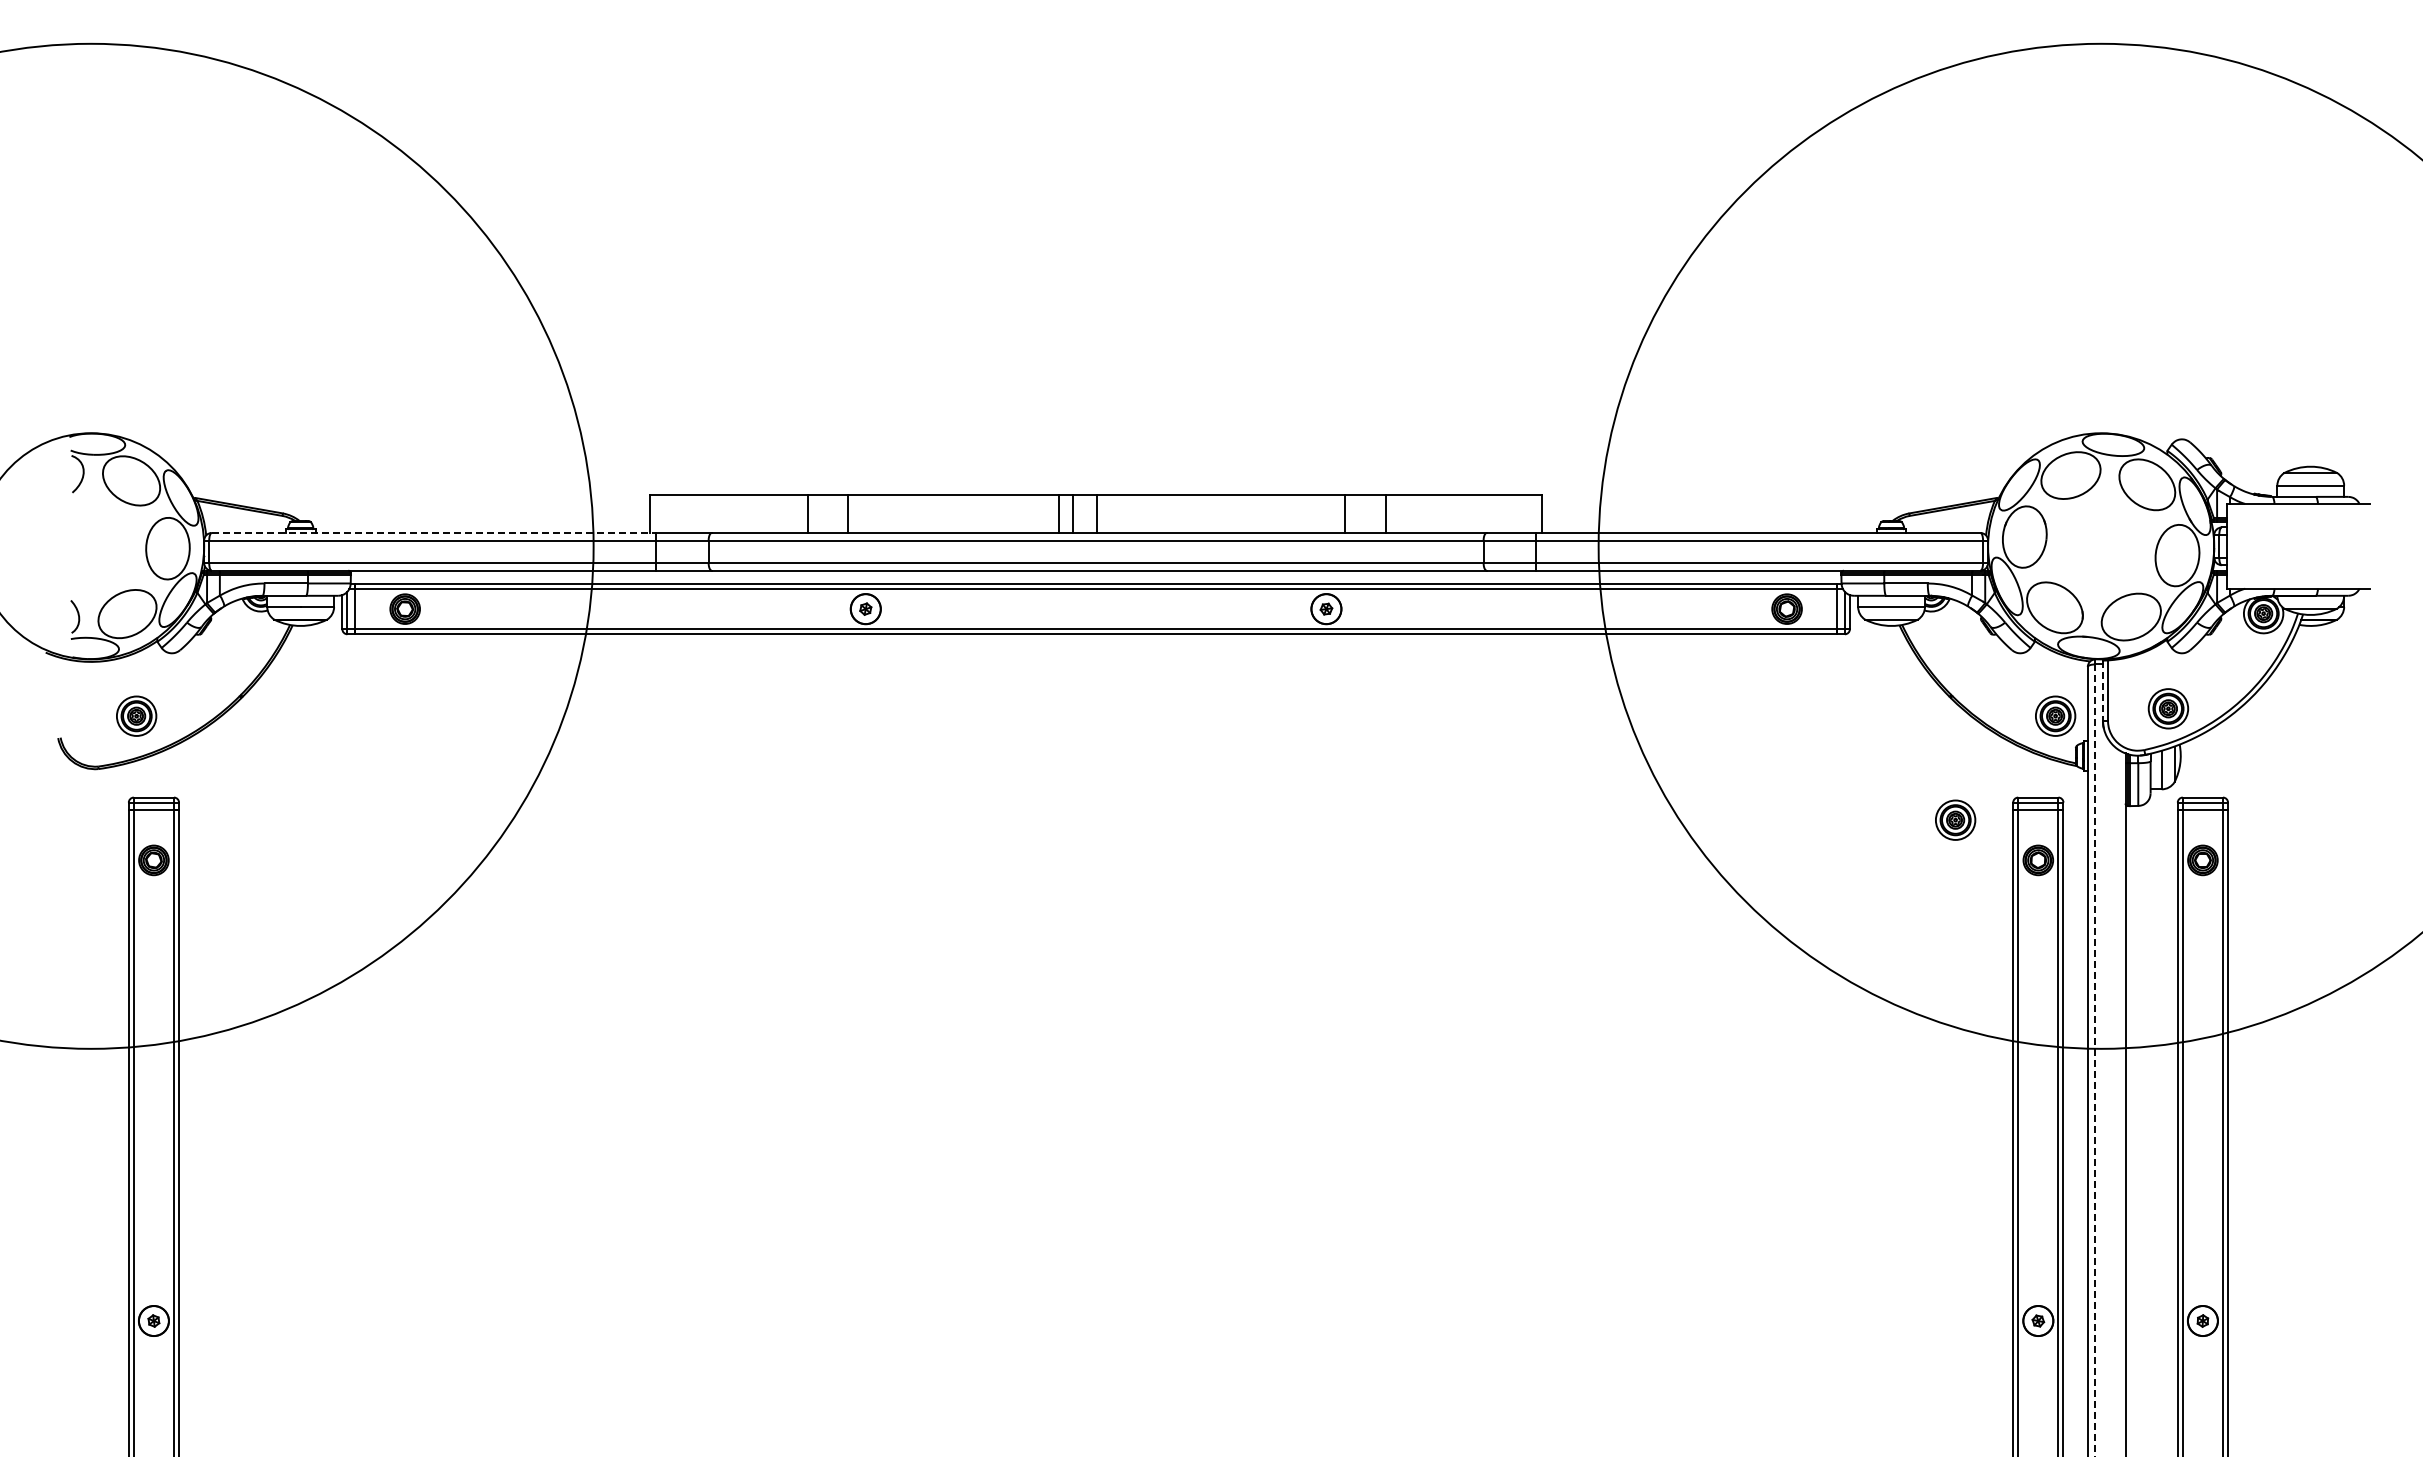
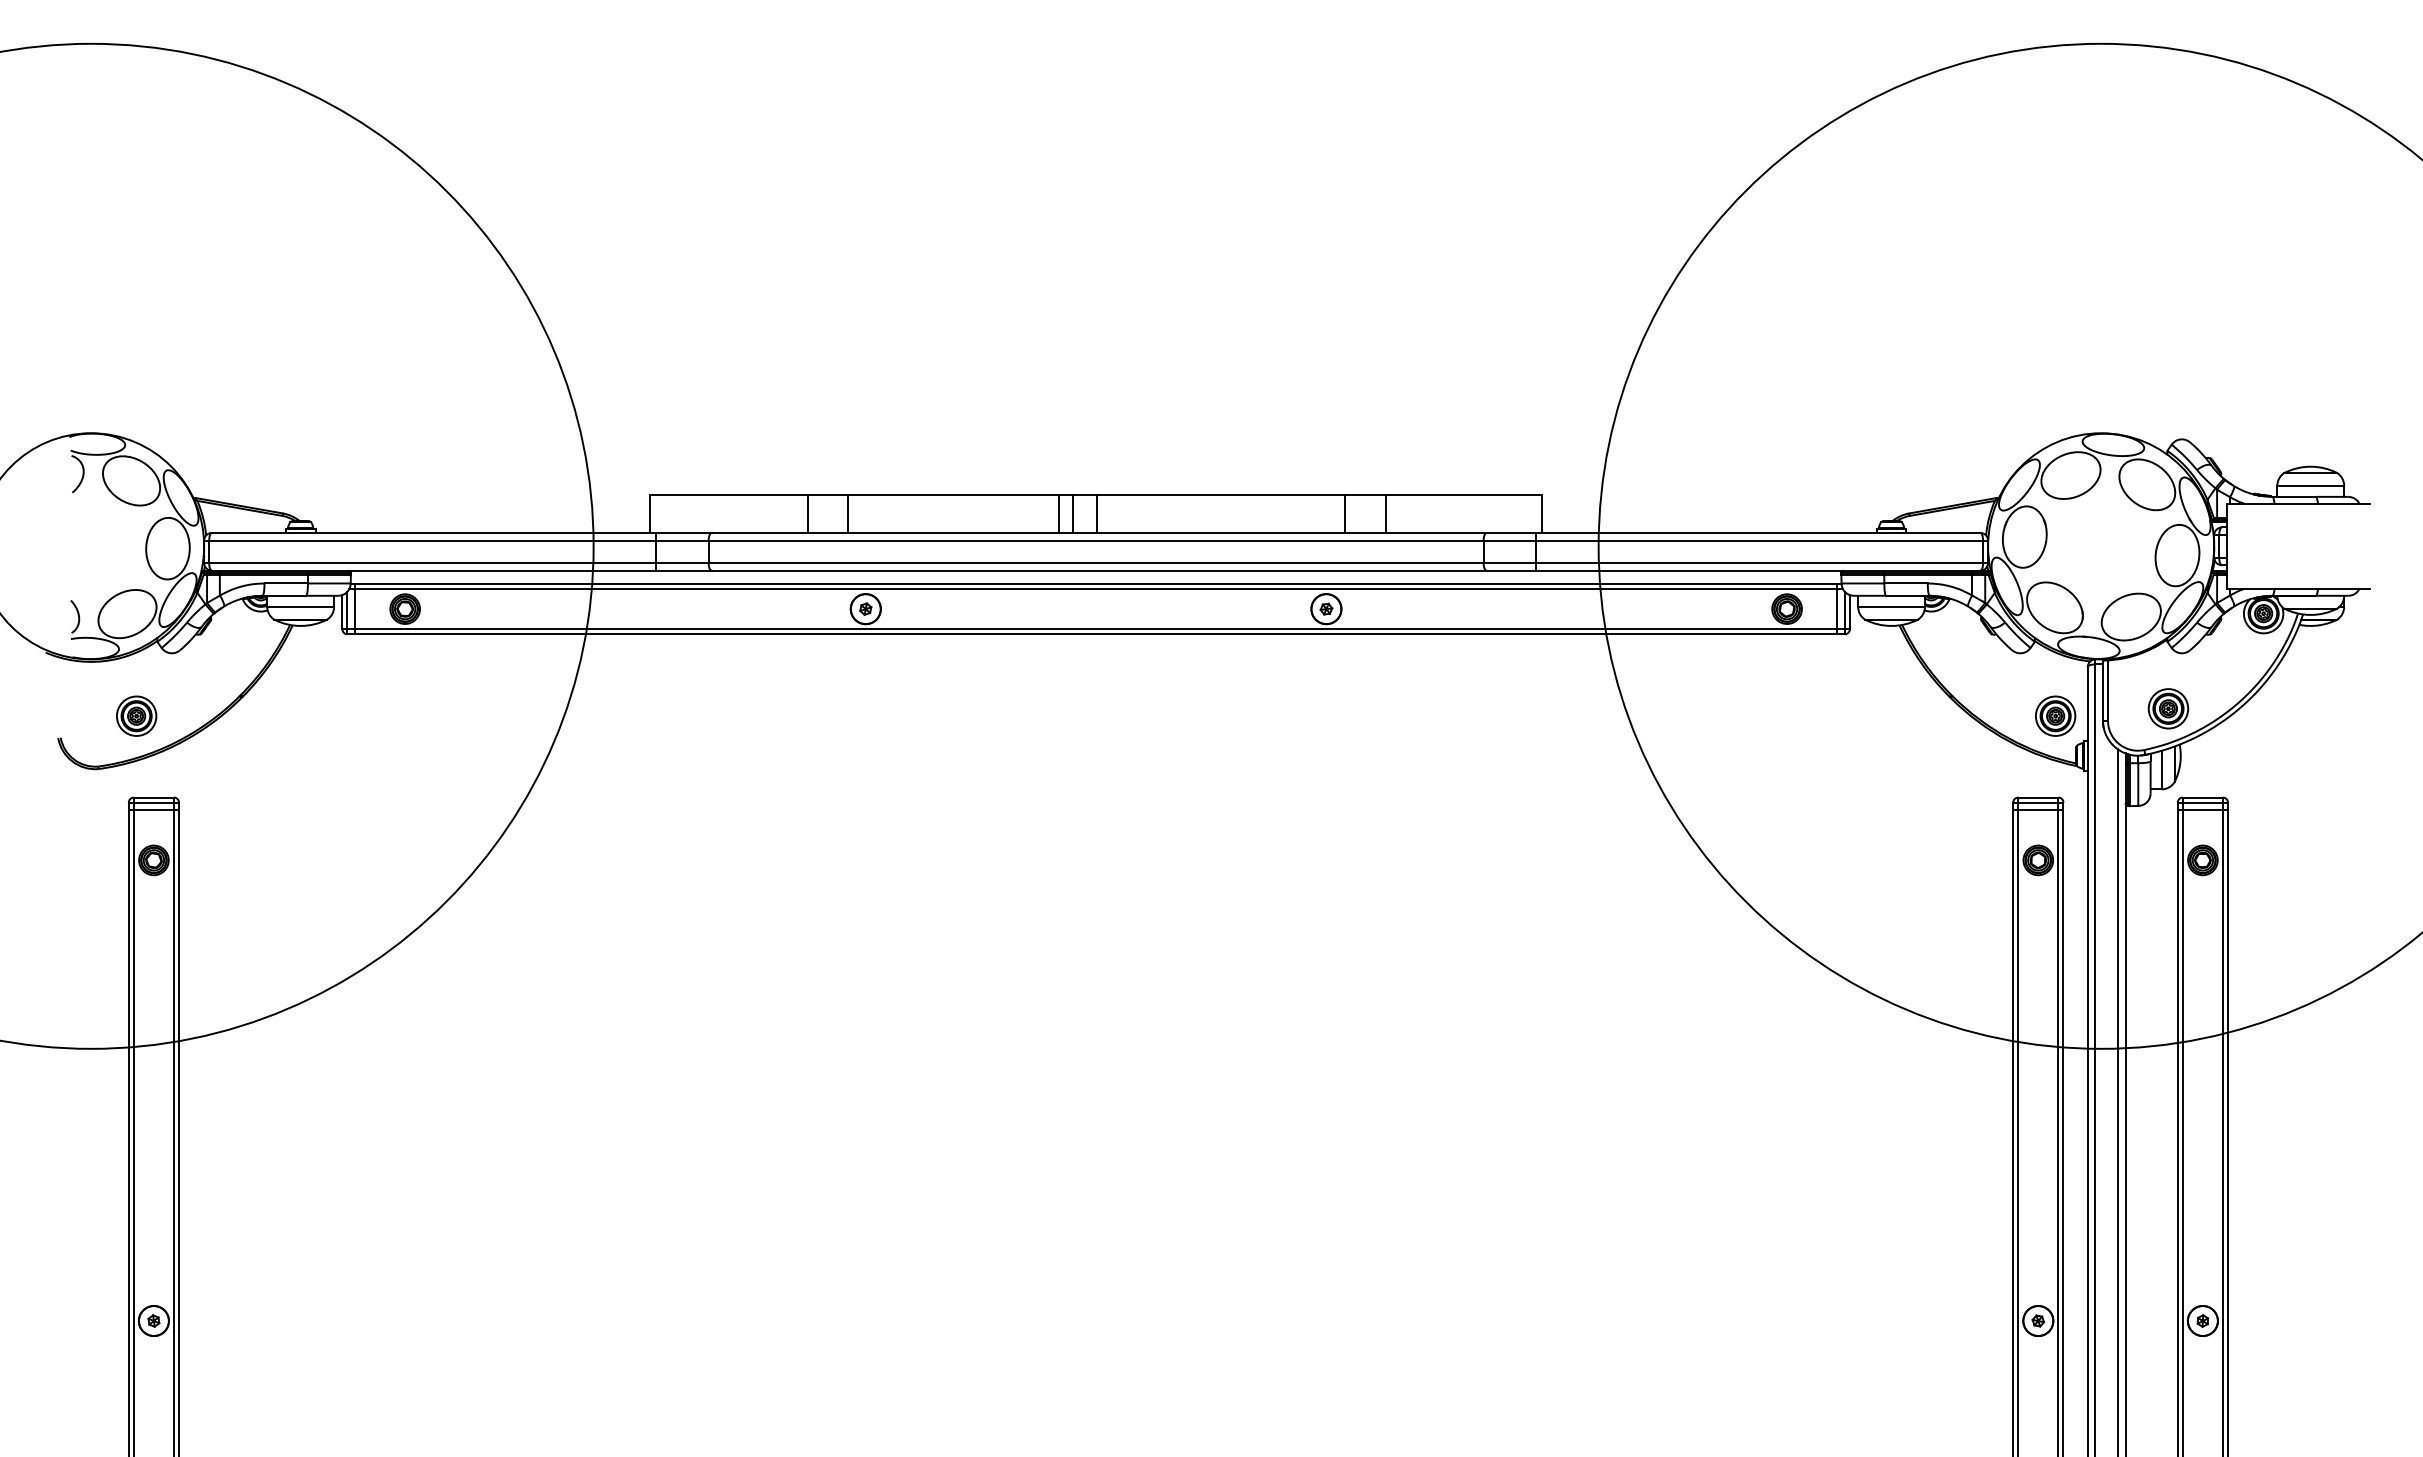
line at (434, 533): dashed -> solid
line at (2102, 690): dashed -> solid
part at (1955, 819): present -> none
line at (2095, 1060): dashed -> solid
line at (2117, 1101): none -> present
